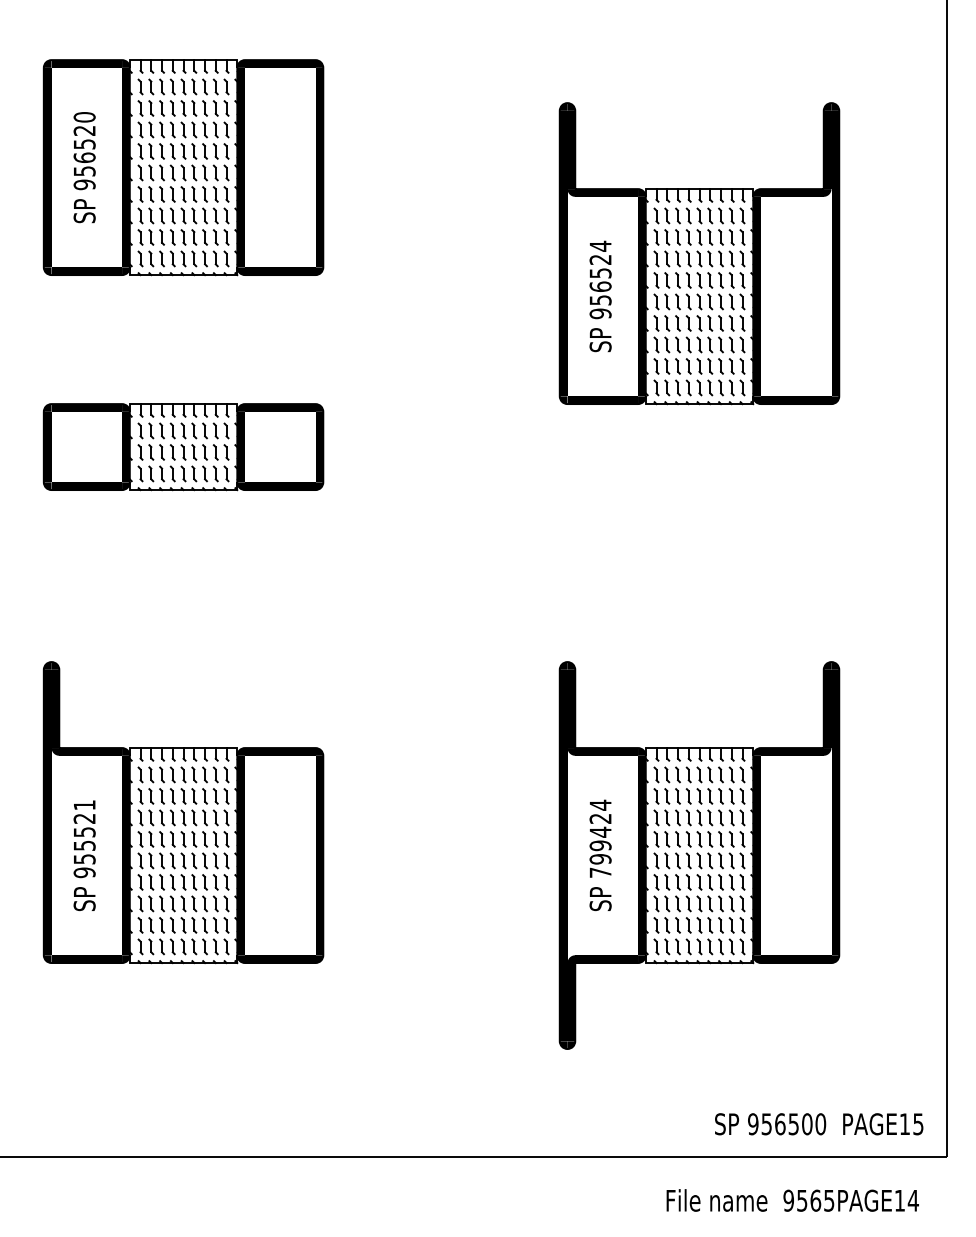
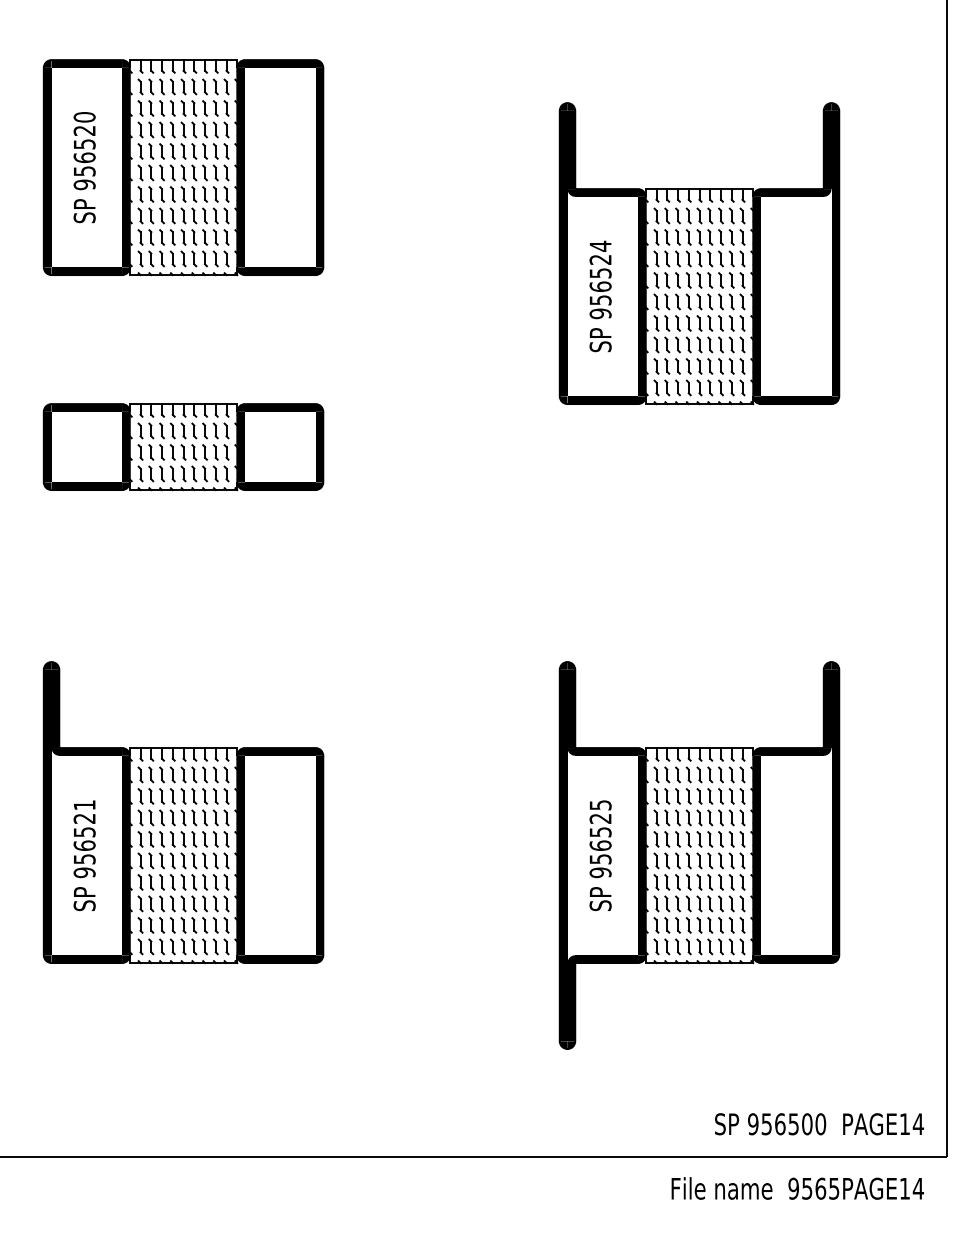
text at (600, 838): 799424 -> 956525
text at (84, 845): 955521 -> 956521
text at (917, 1124): PAGE15 -> PAGE14
text at (792, 1200) position: (792, 1200) -> (797, 1188)
